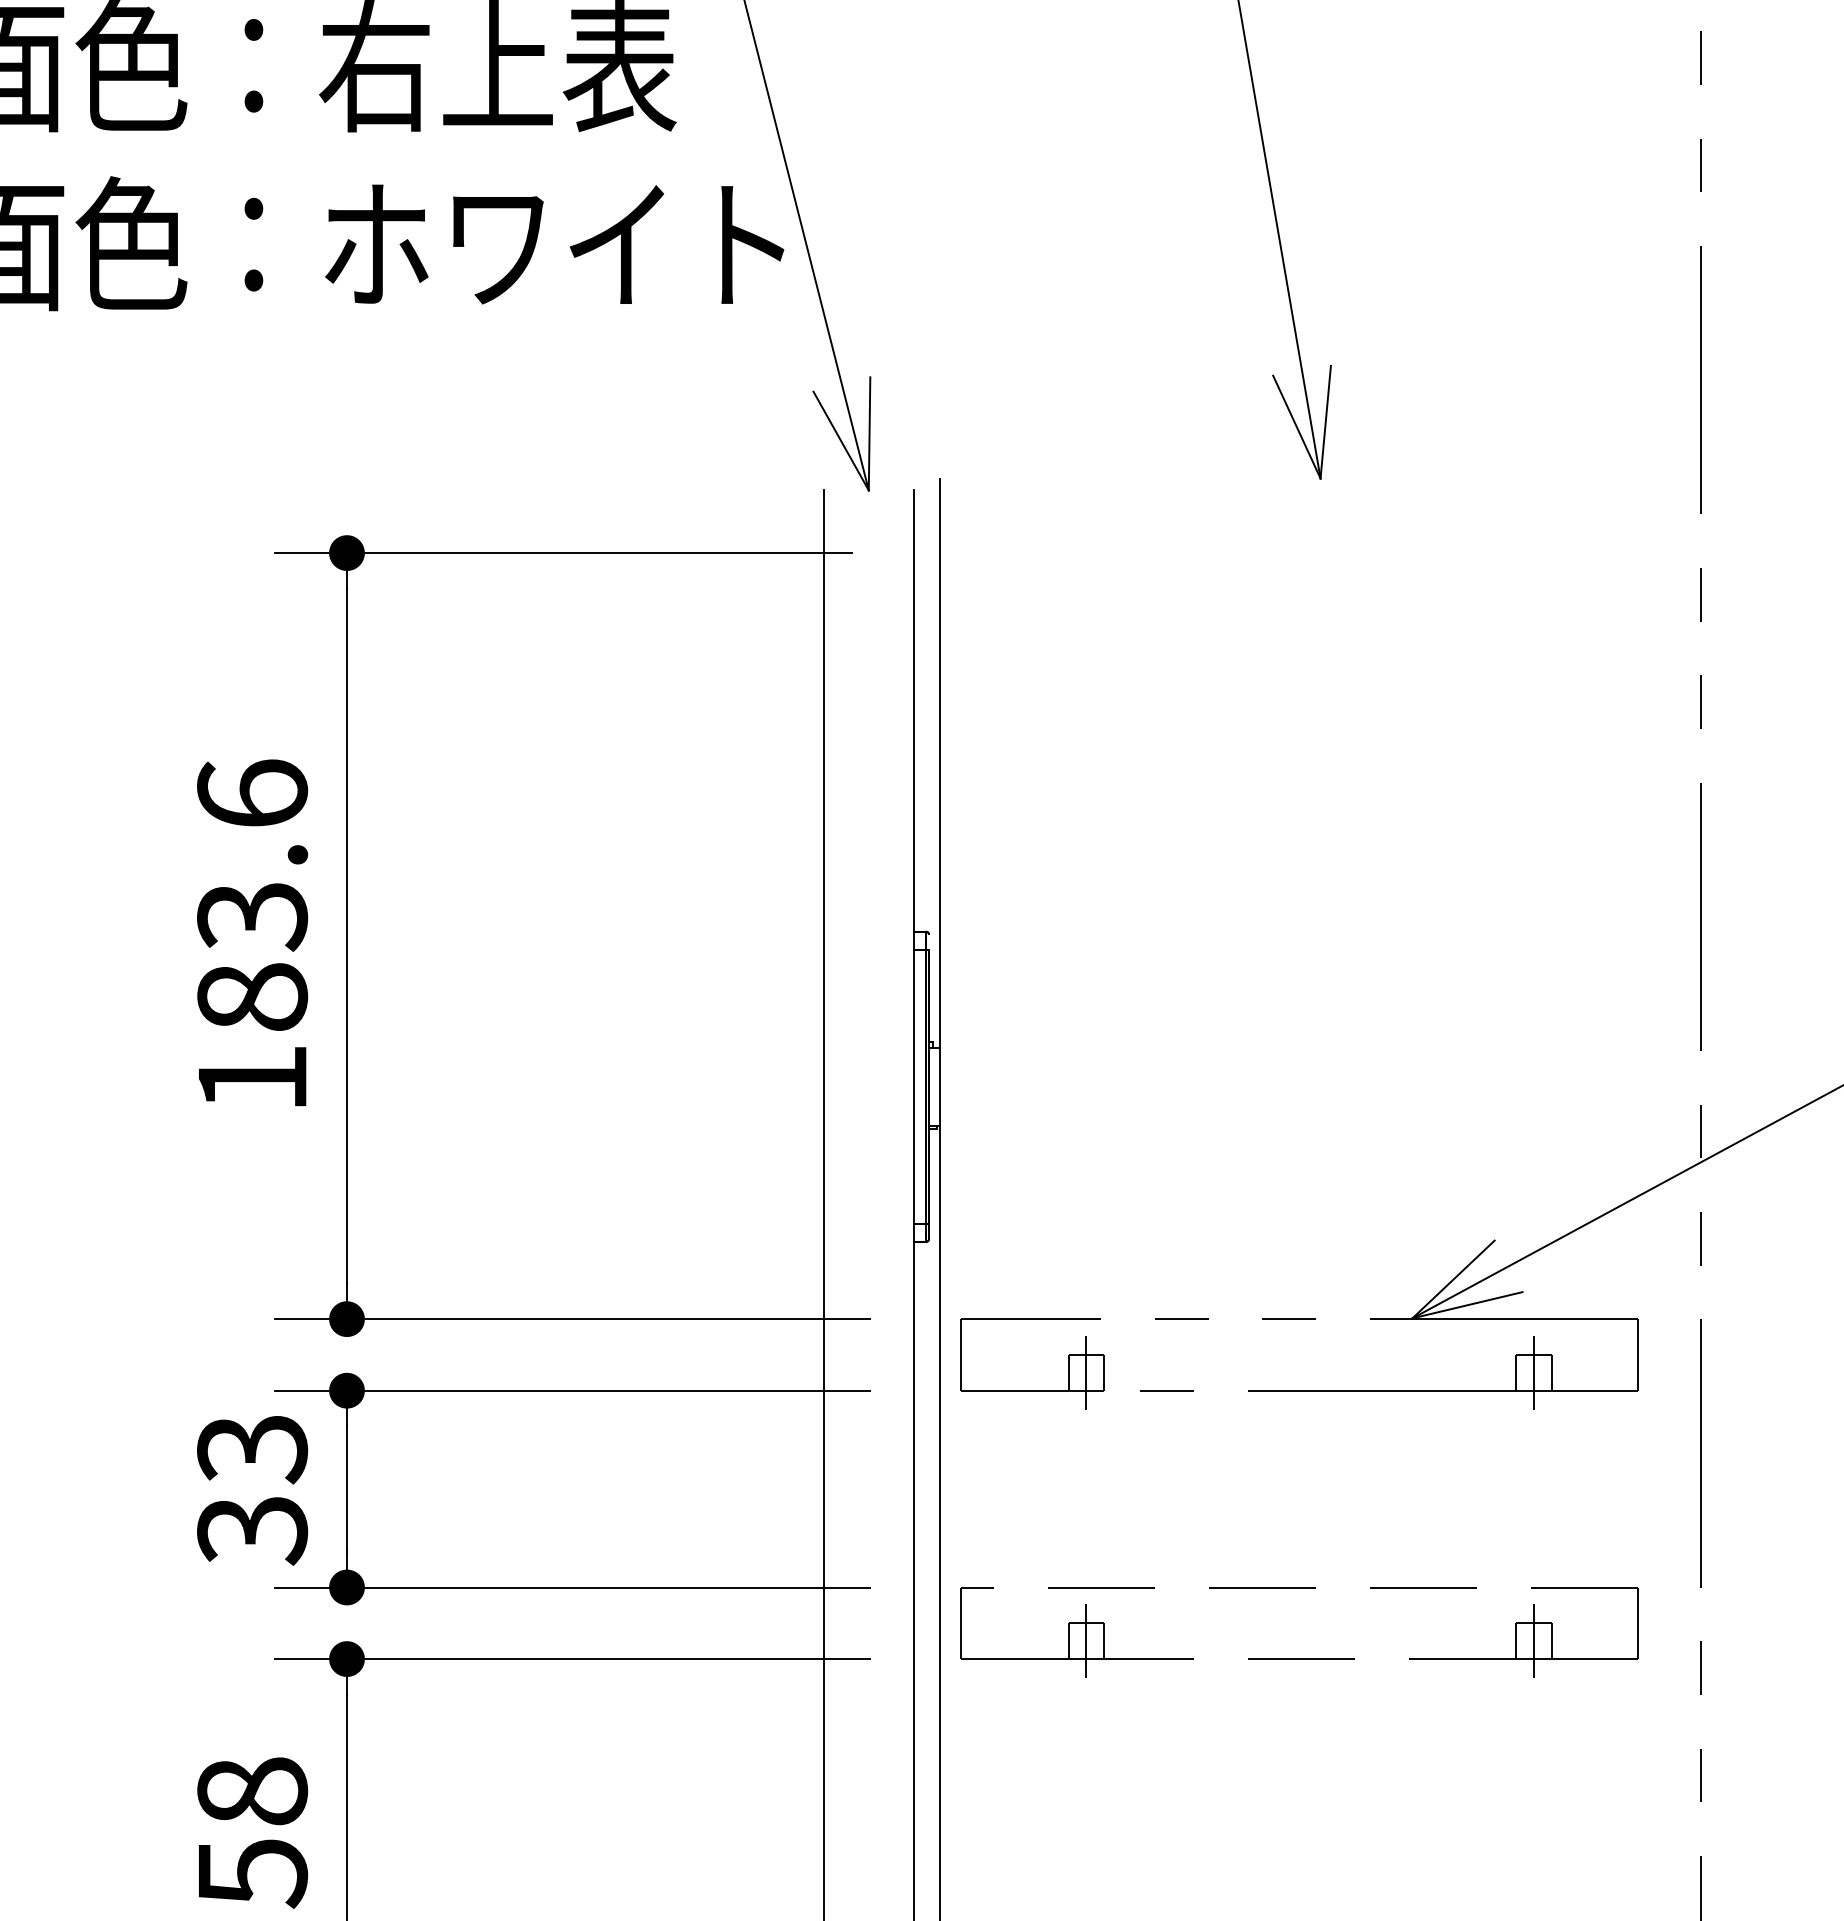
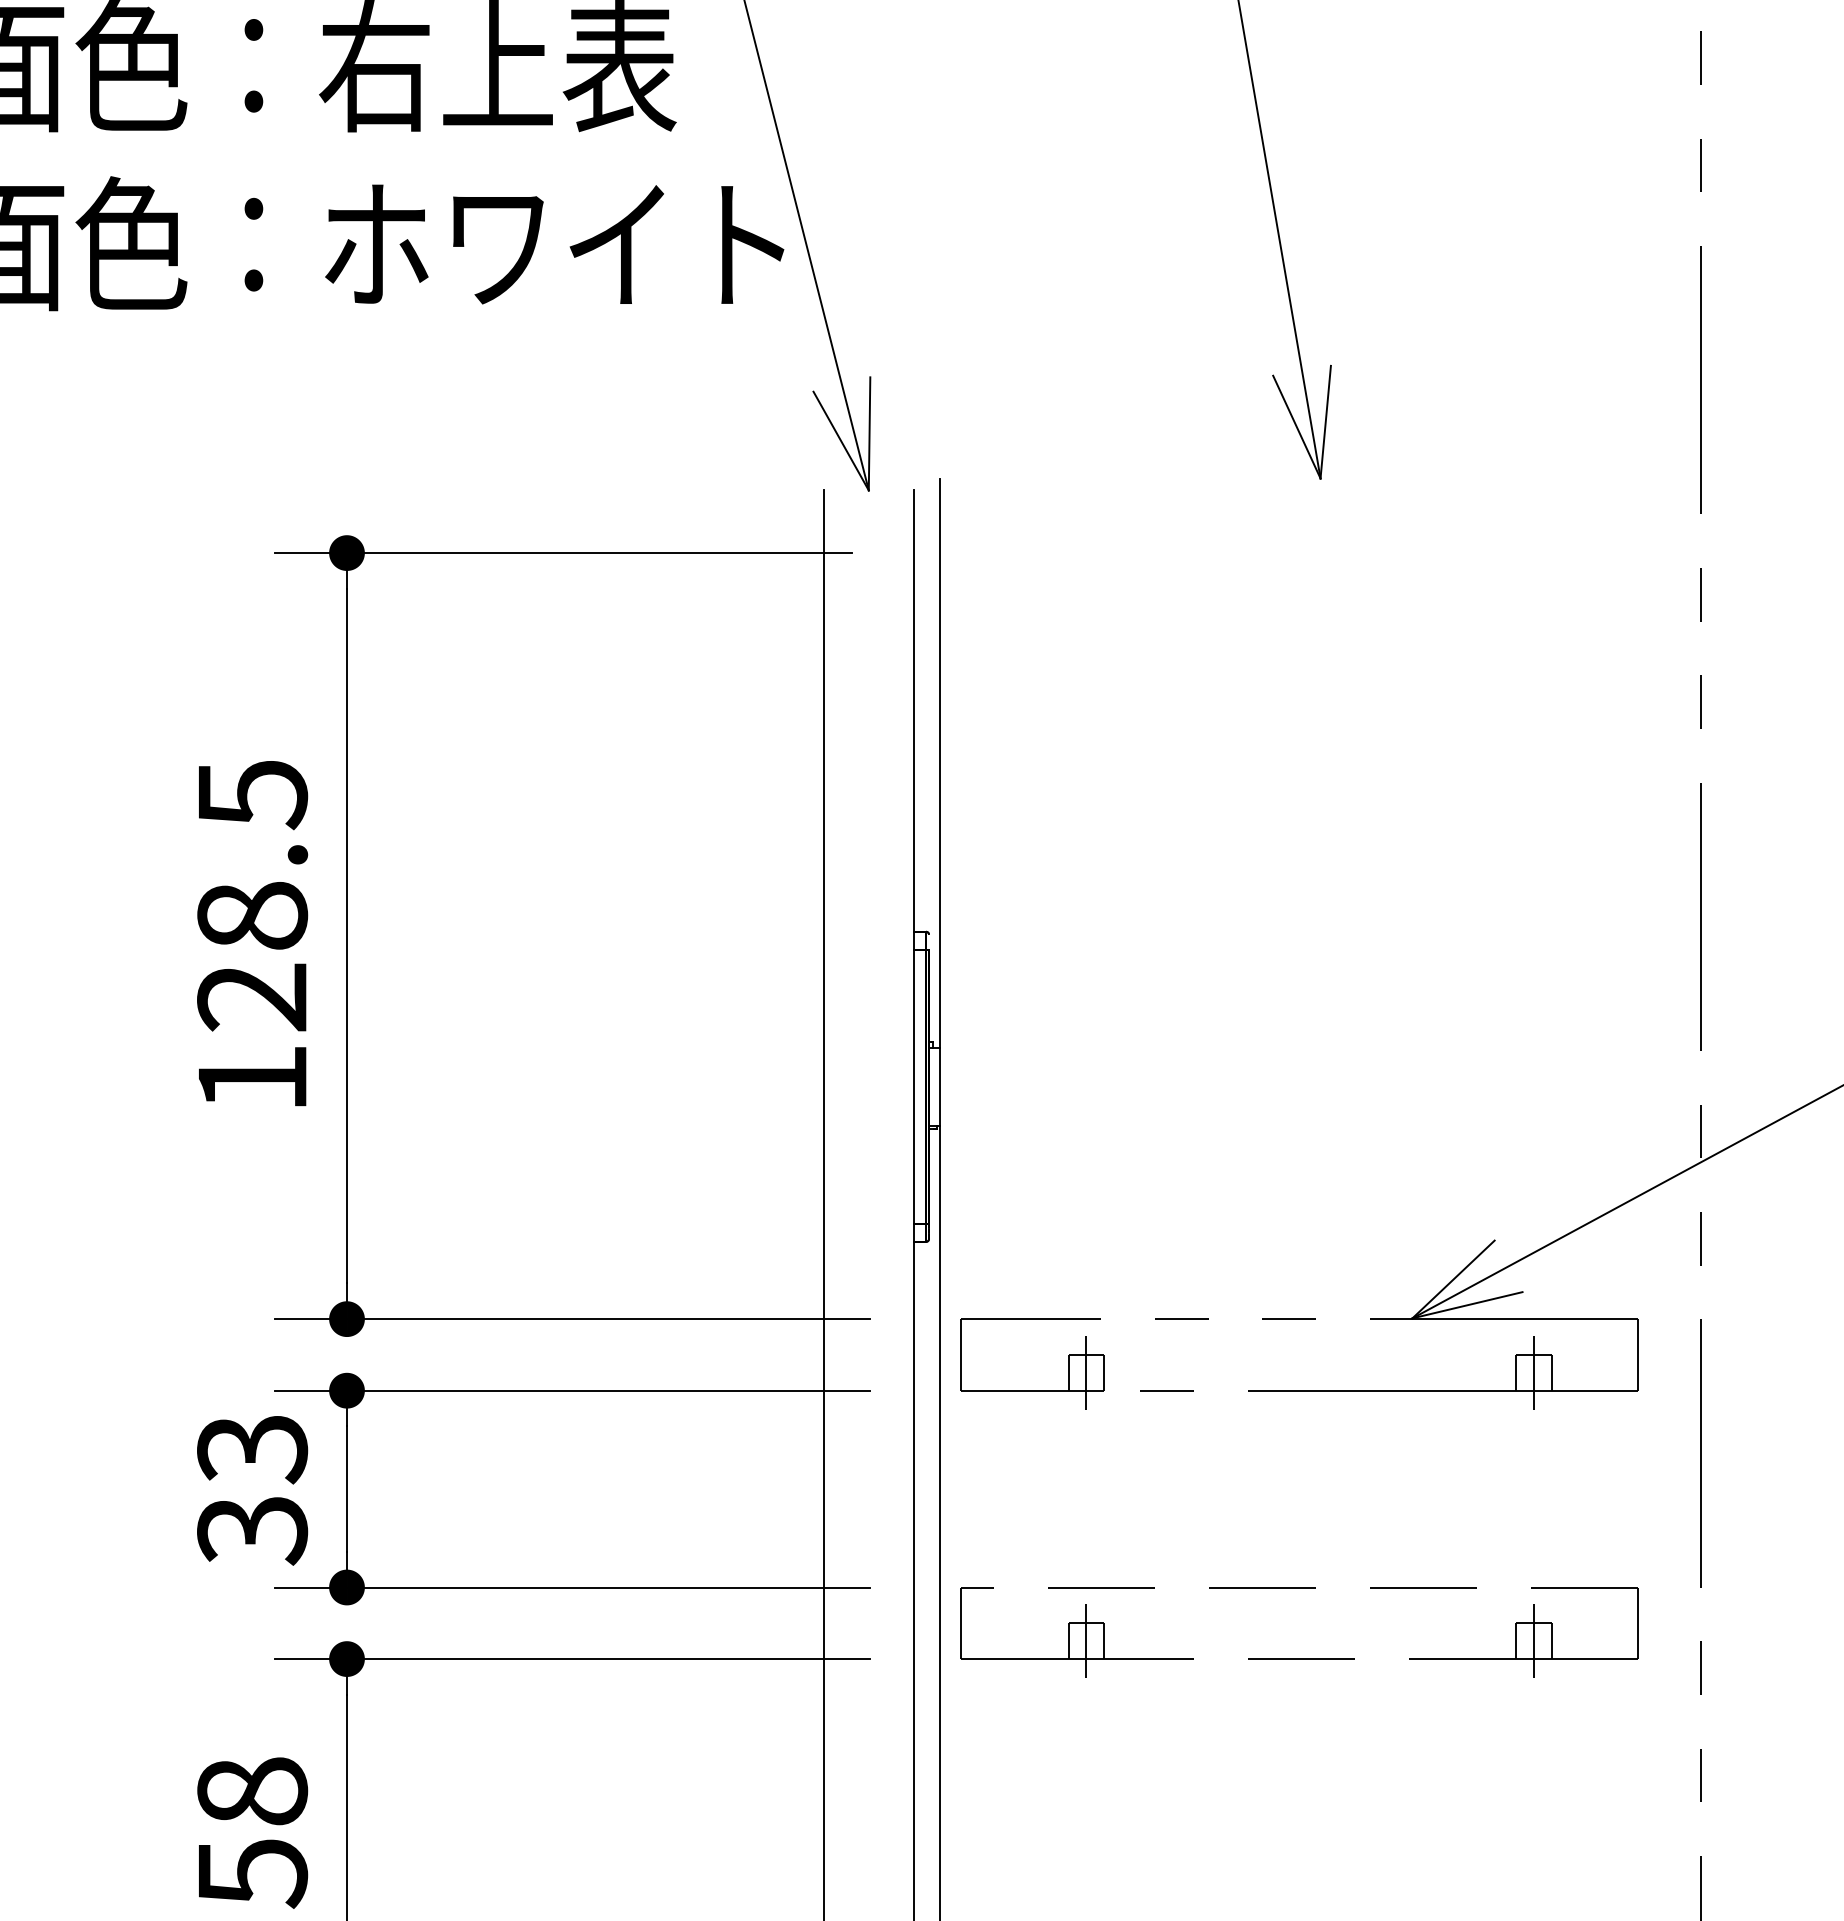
text at (252, 895): 183.6 -> 128.5
